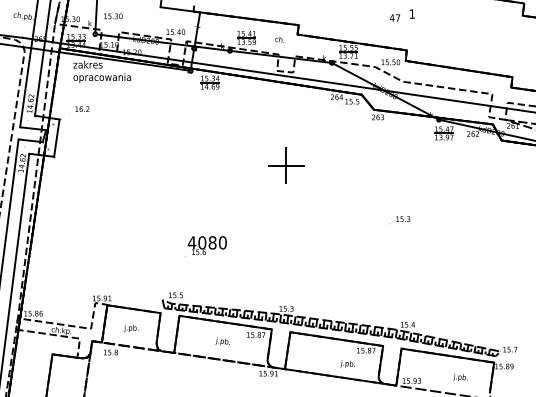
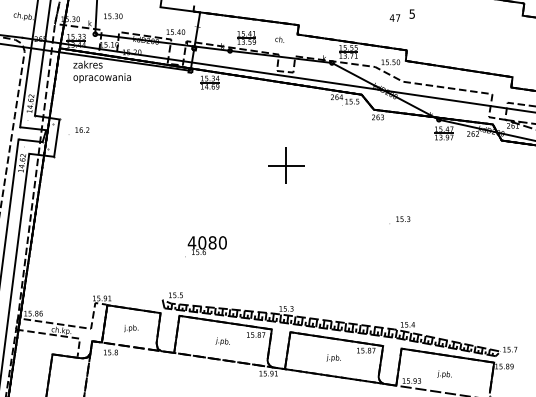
text at (411, 13): 1 -> 5
text at (78, 109) position: (78, 109) -> (78, 130)
text at (347, 363) position: (347, 363) -> (333, 357)
text at (460, 377) position: (460, 377) -> (444, 374)
